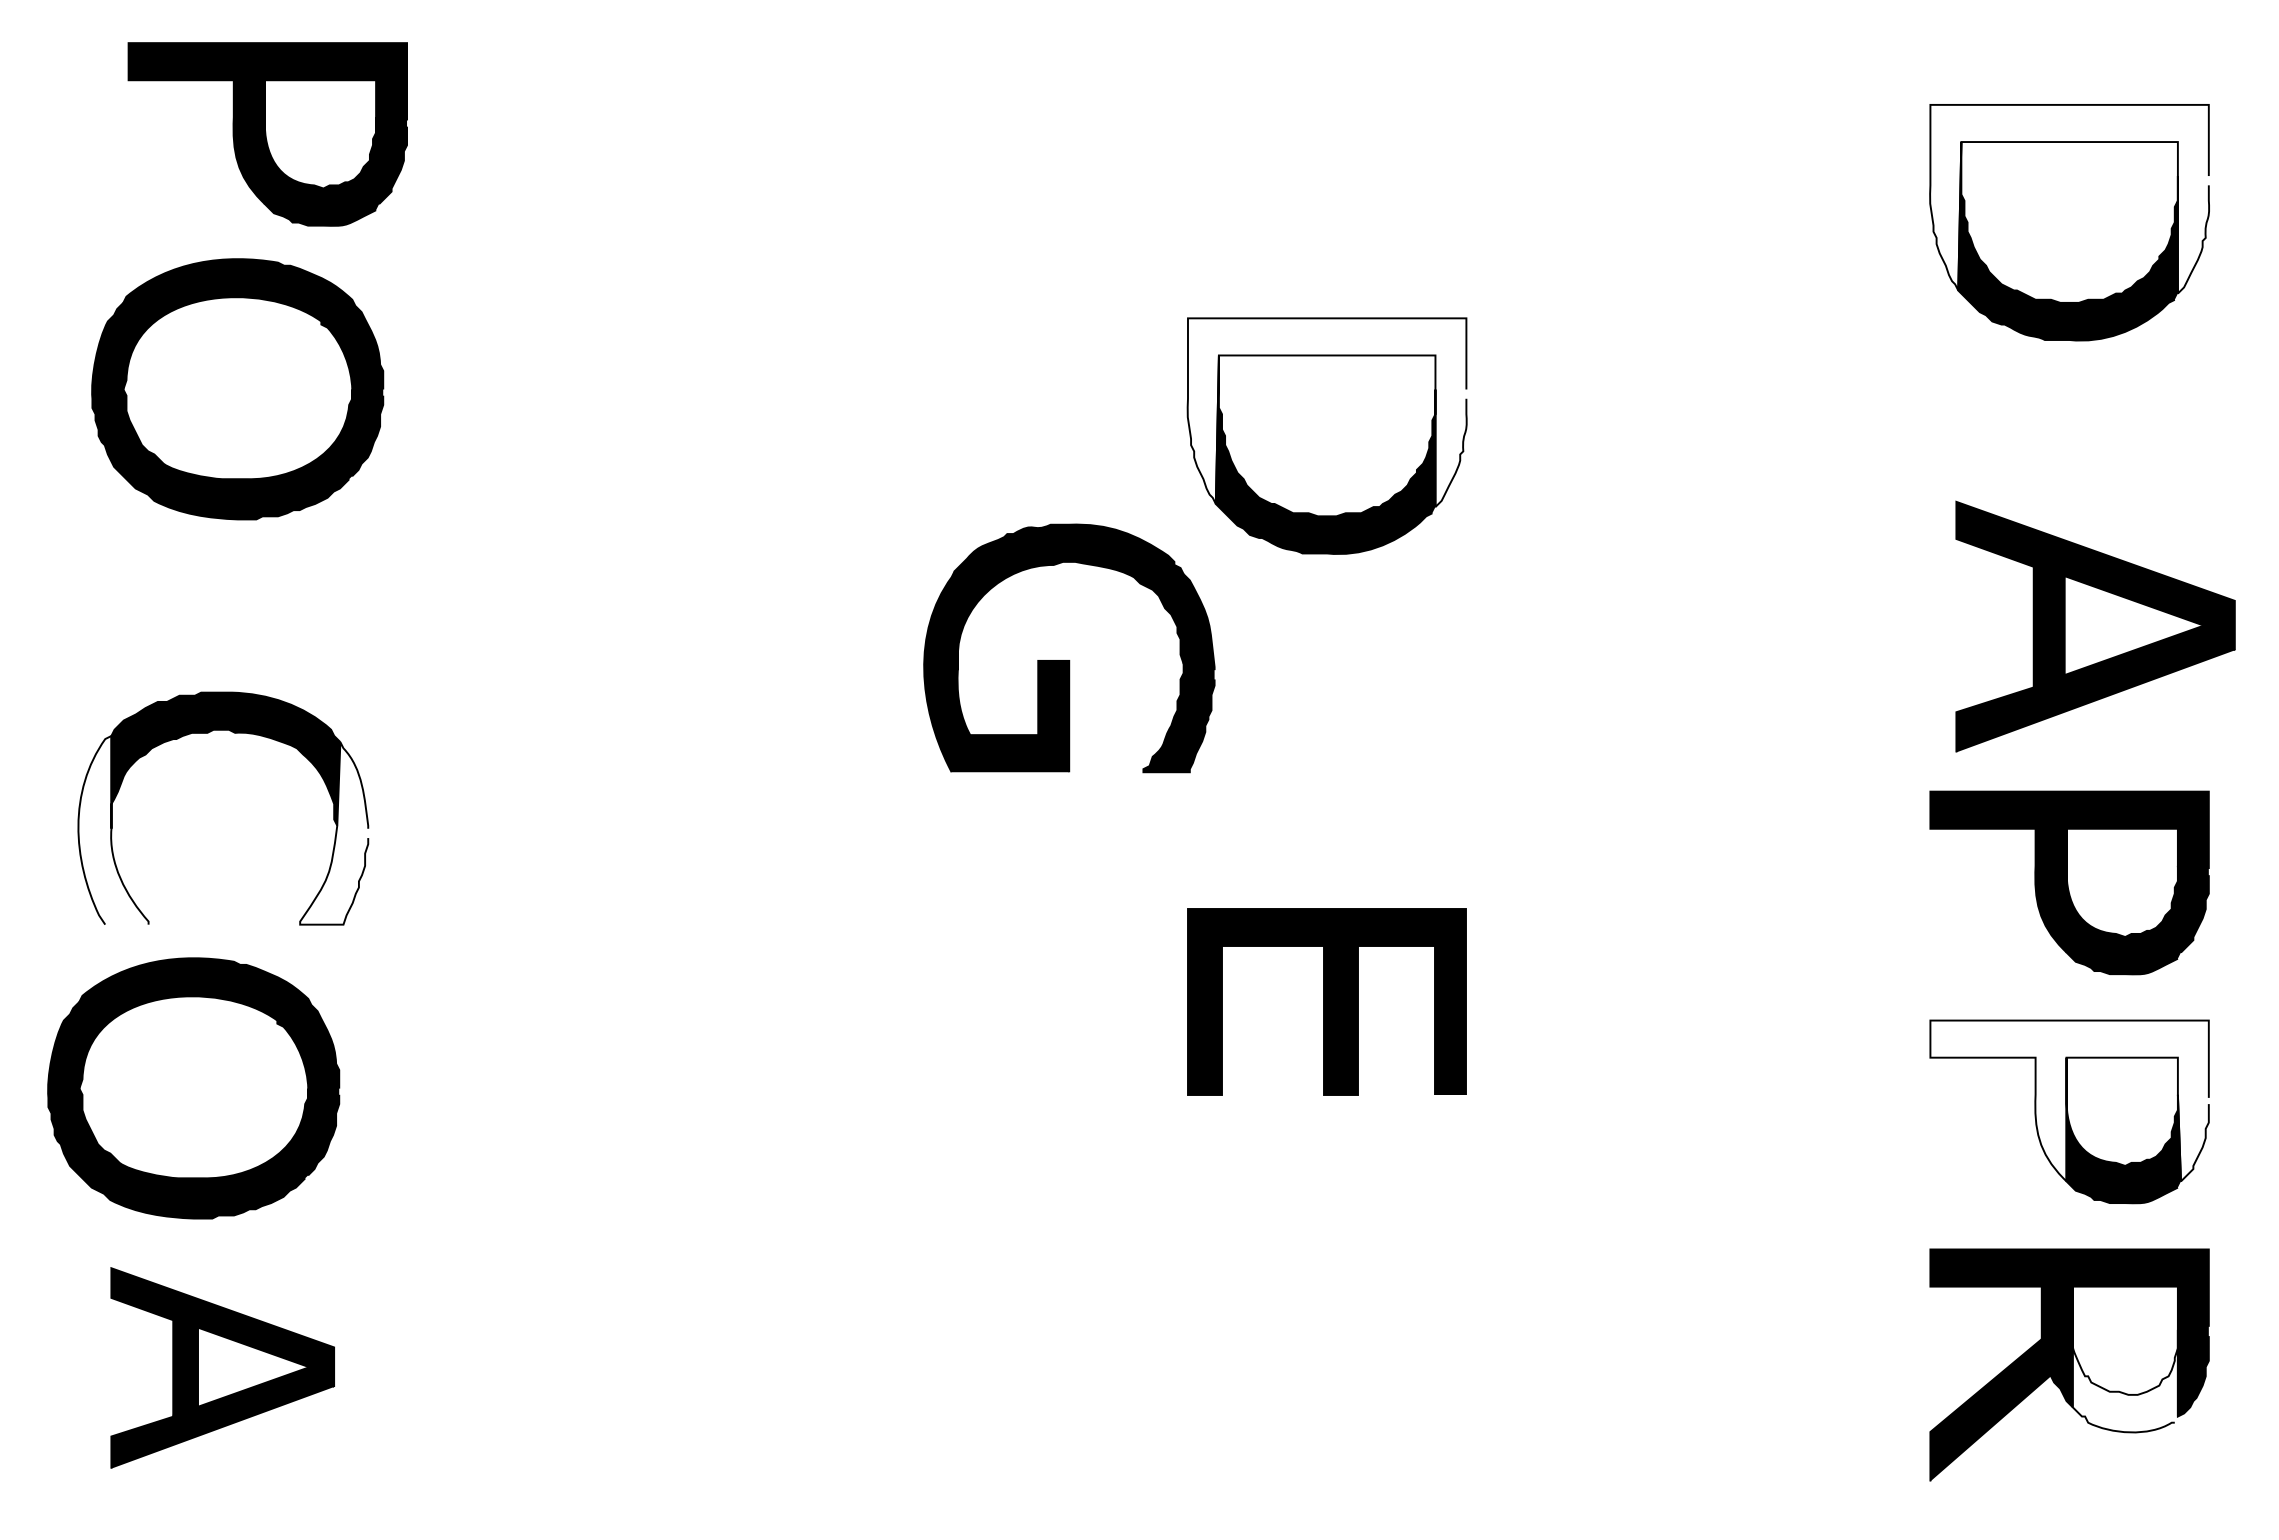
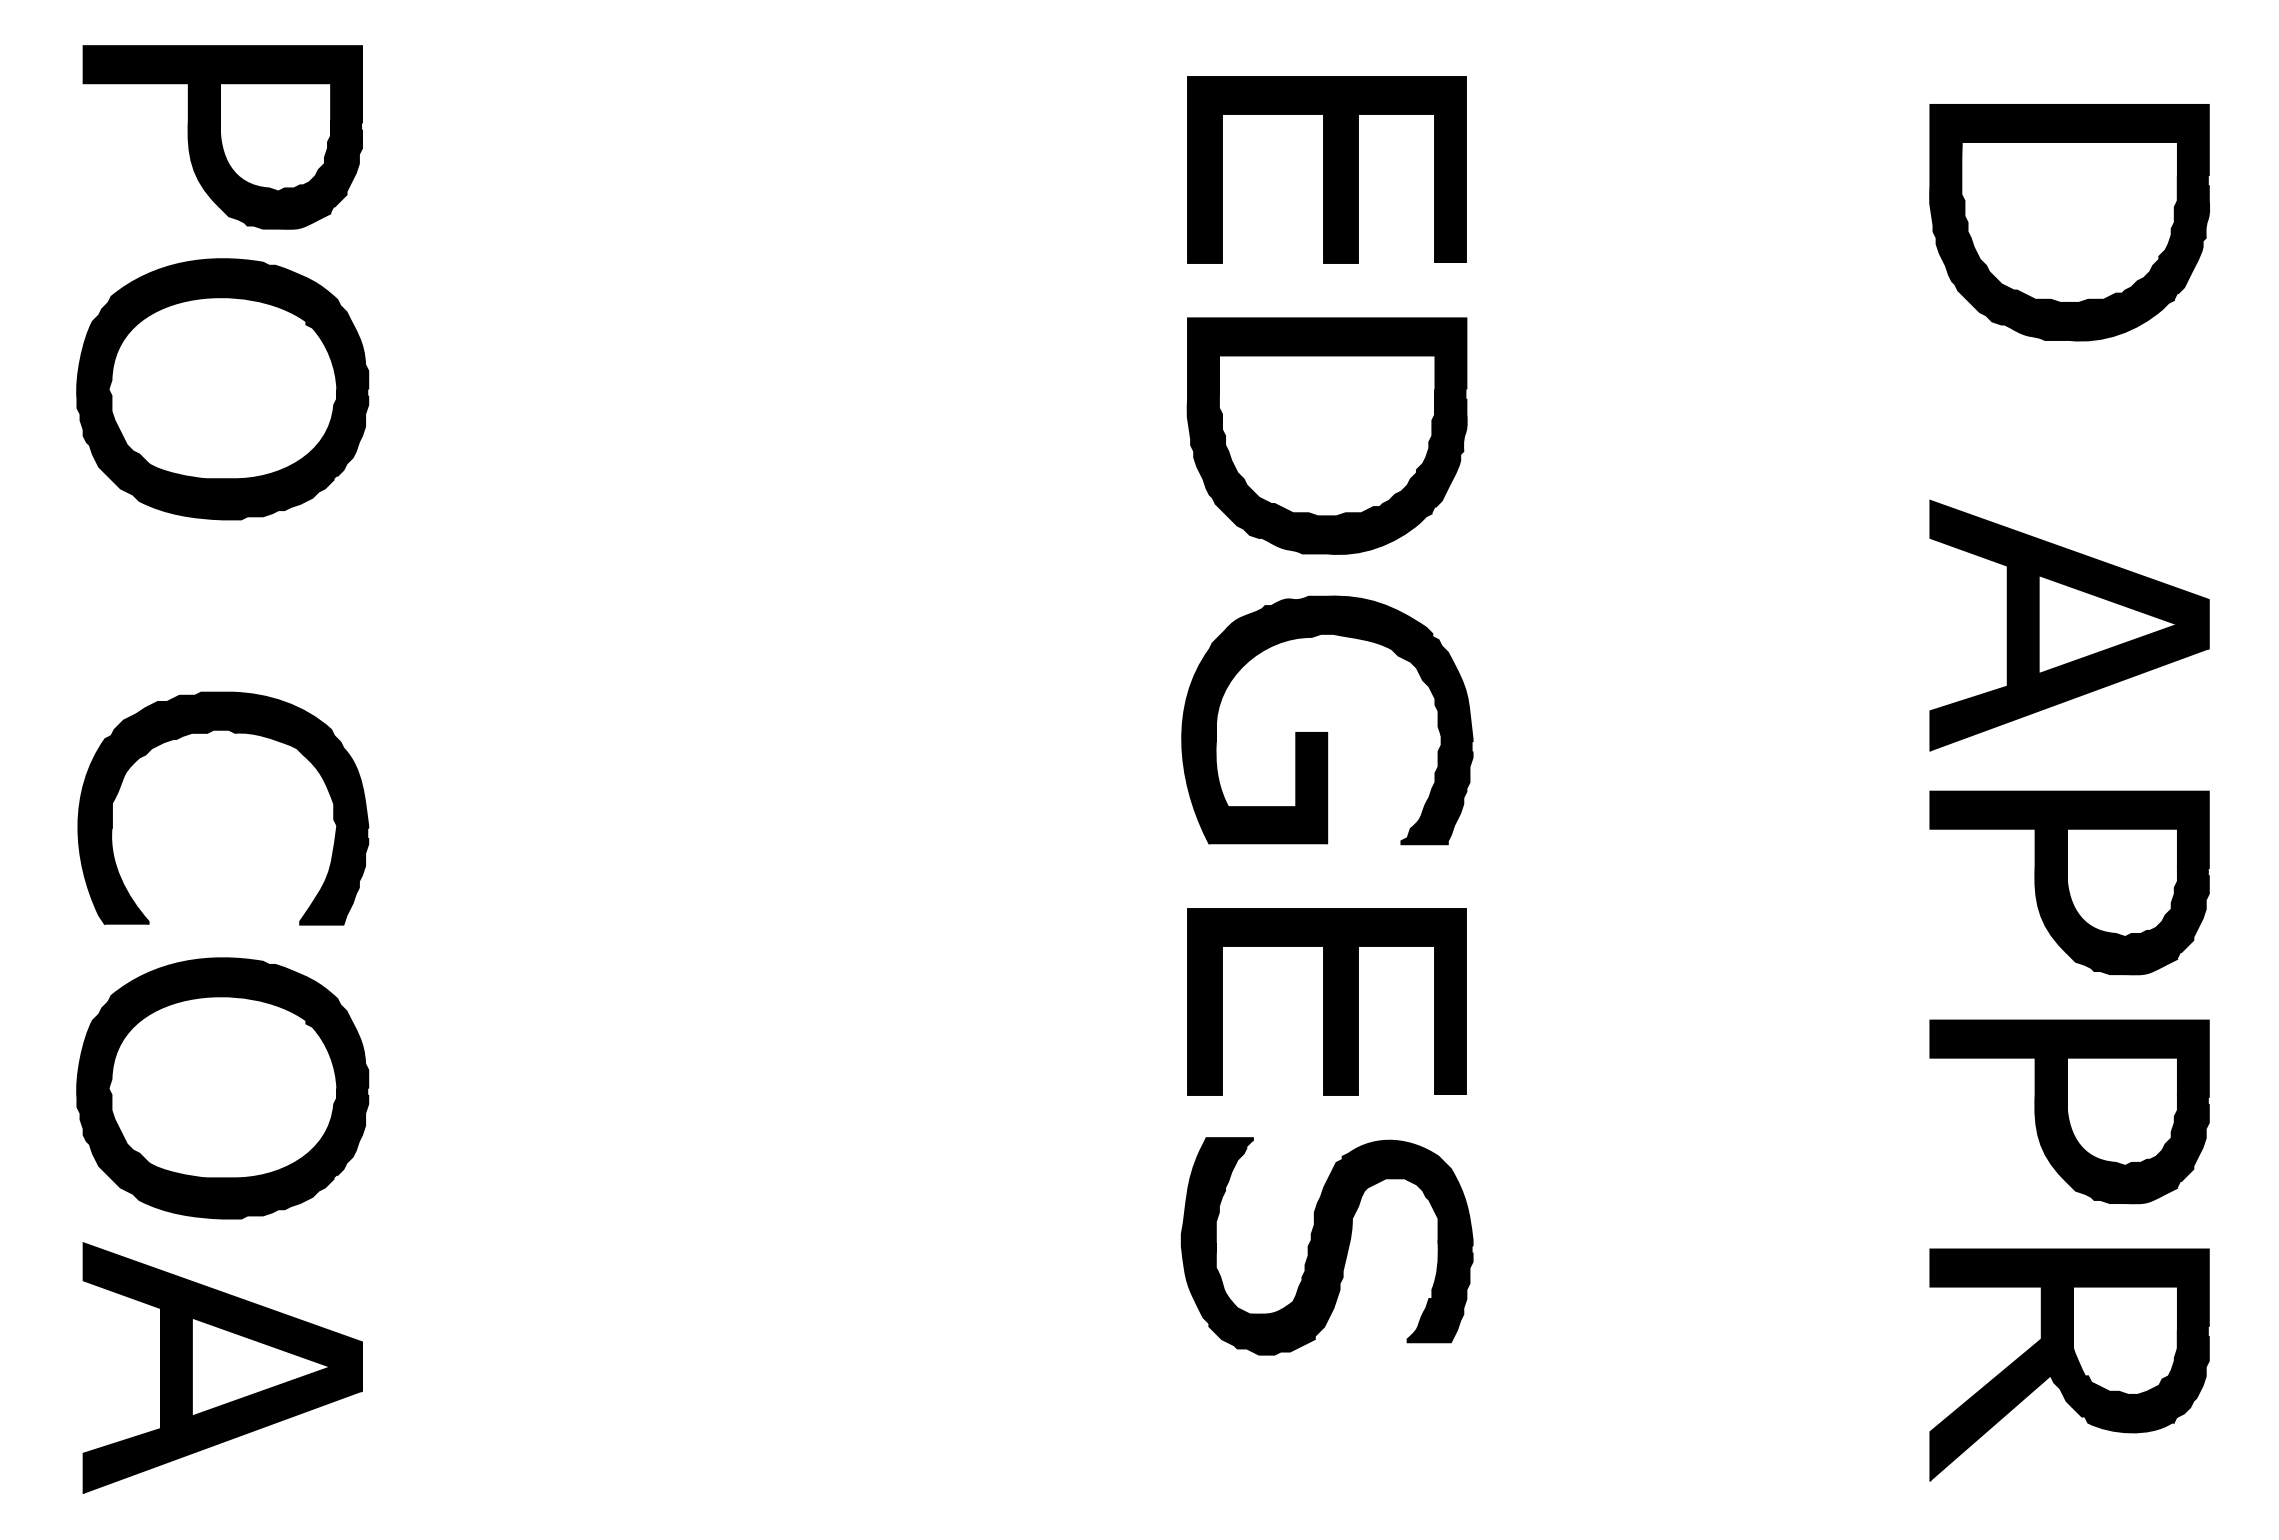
part at (267, 134) position: (267, 134) -> (222, 137)
part at (1326, 169): none -> present
fill at (2069, 198): none -> present
part at (237, 389) position: (237, 389) -> (222, 389)
fill at (1326, 412): none -> present
part at (2095, 626) position: (2095, 626) -> (2069, 625)
part at (1069, 660) position: (1069, 660) -> (1327, 732)
fill at (113, 829): none -> present
fill at (334, 833): none -> present
part at (193, 1088) position: (193, 1088) -> (222, 1088)
fill at (2069, 1100): none -> present
part at (1326, 1246): none -> present
fill at (2124, 1359): none -> present
part at (222, 1367) size: 225x202 px -> 281x252 px
